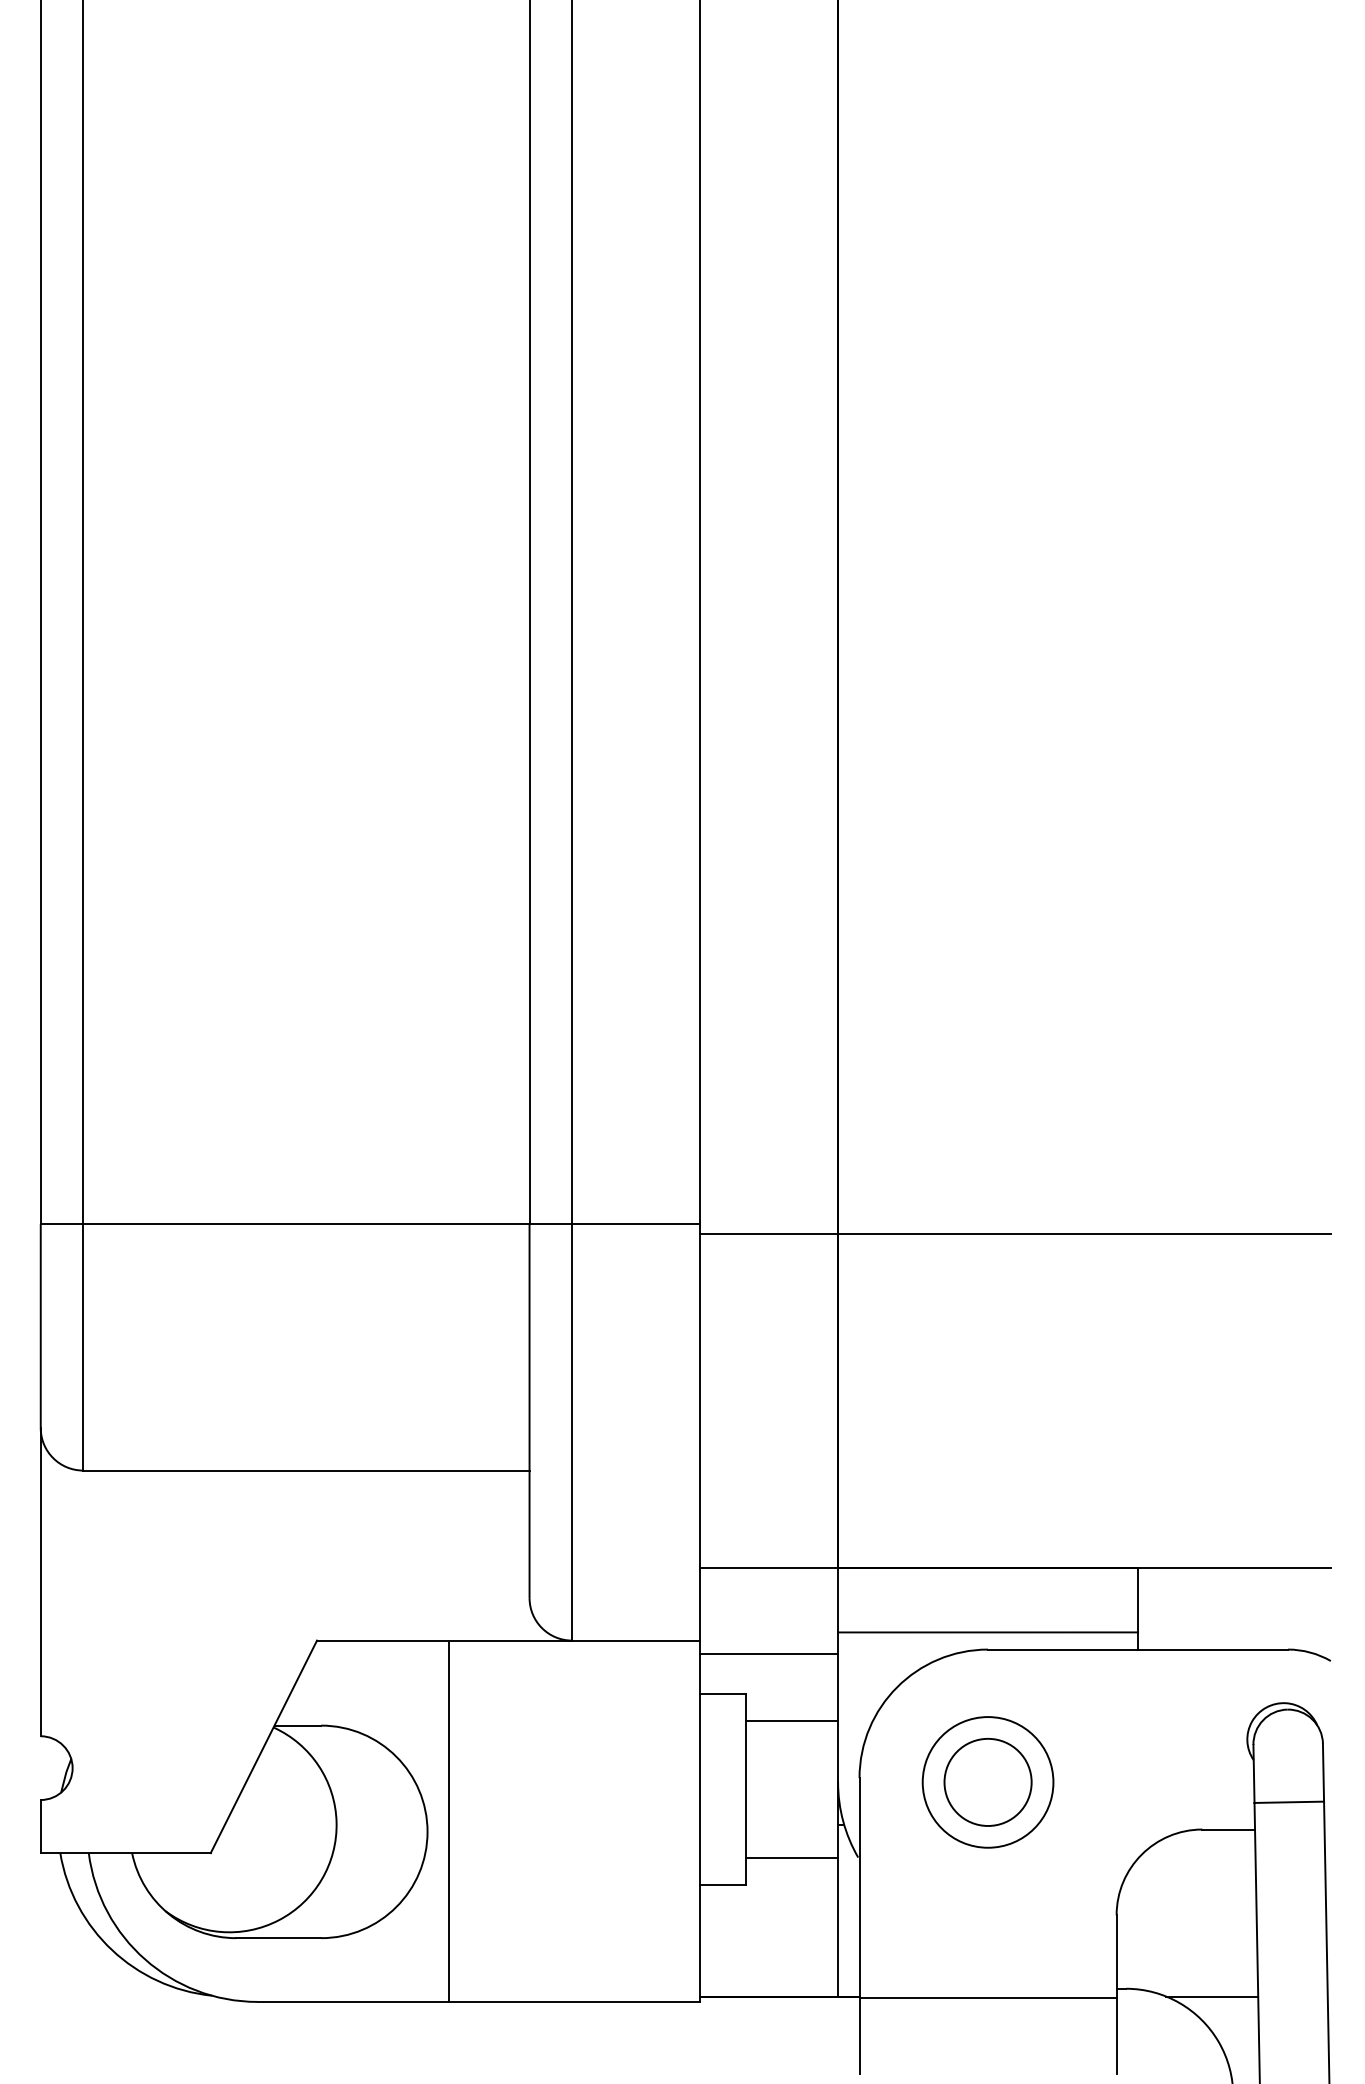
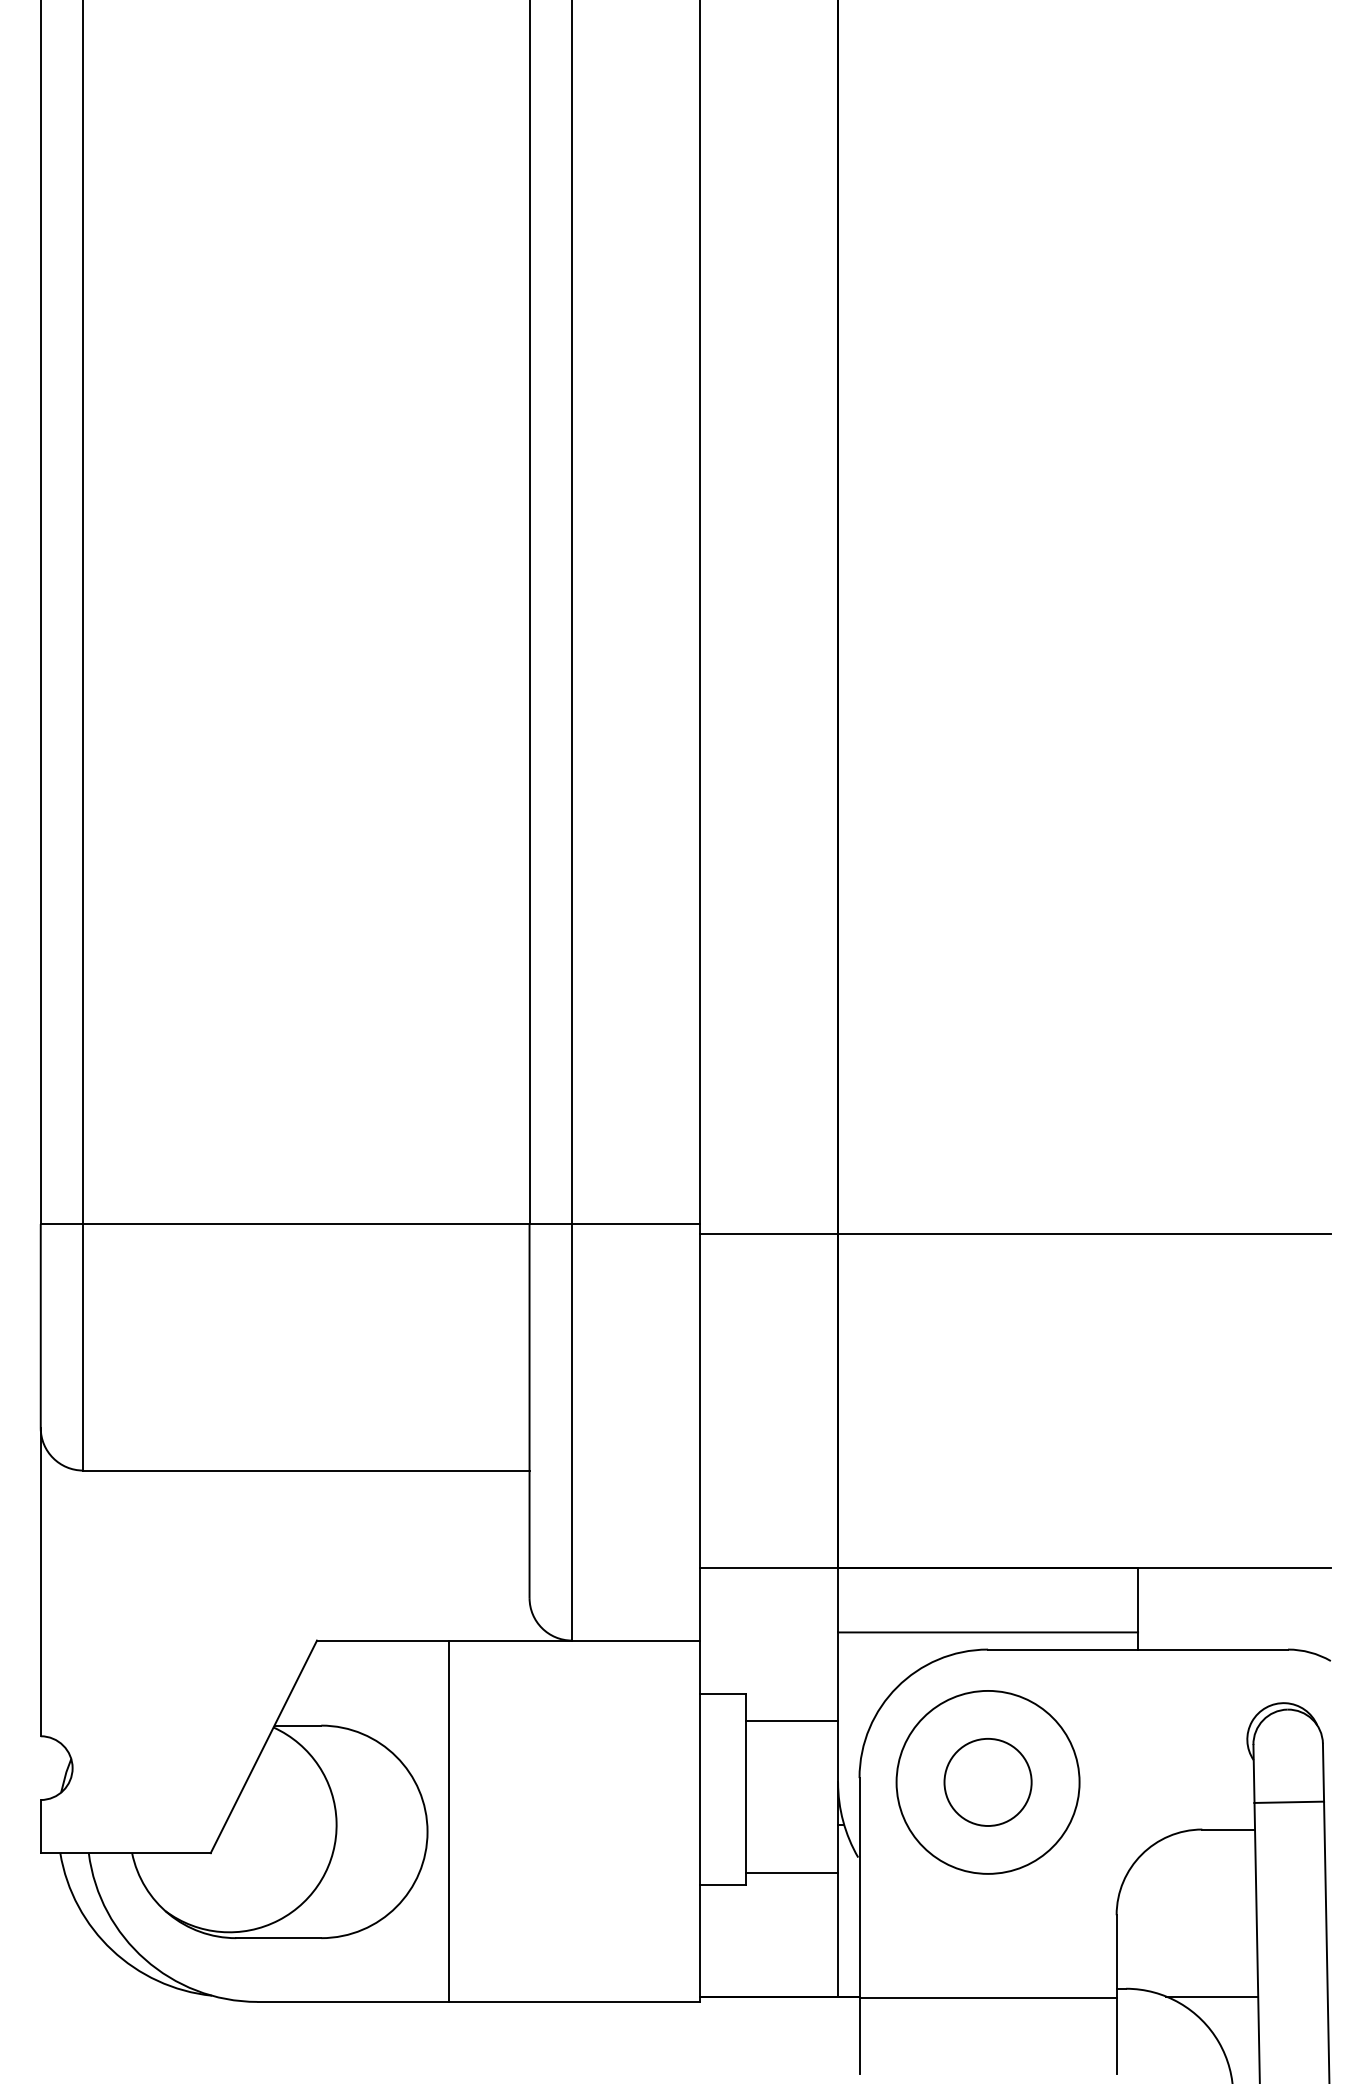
line at (768, 1653): present -> none
circle at (987, 1782) diameter: 131 px -> 183 px
line at (792, 1857) position: (792, 1857) -> (792, 1872)
